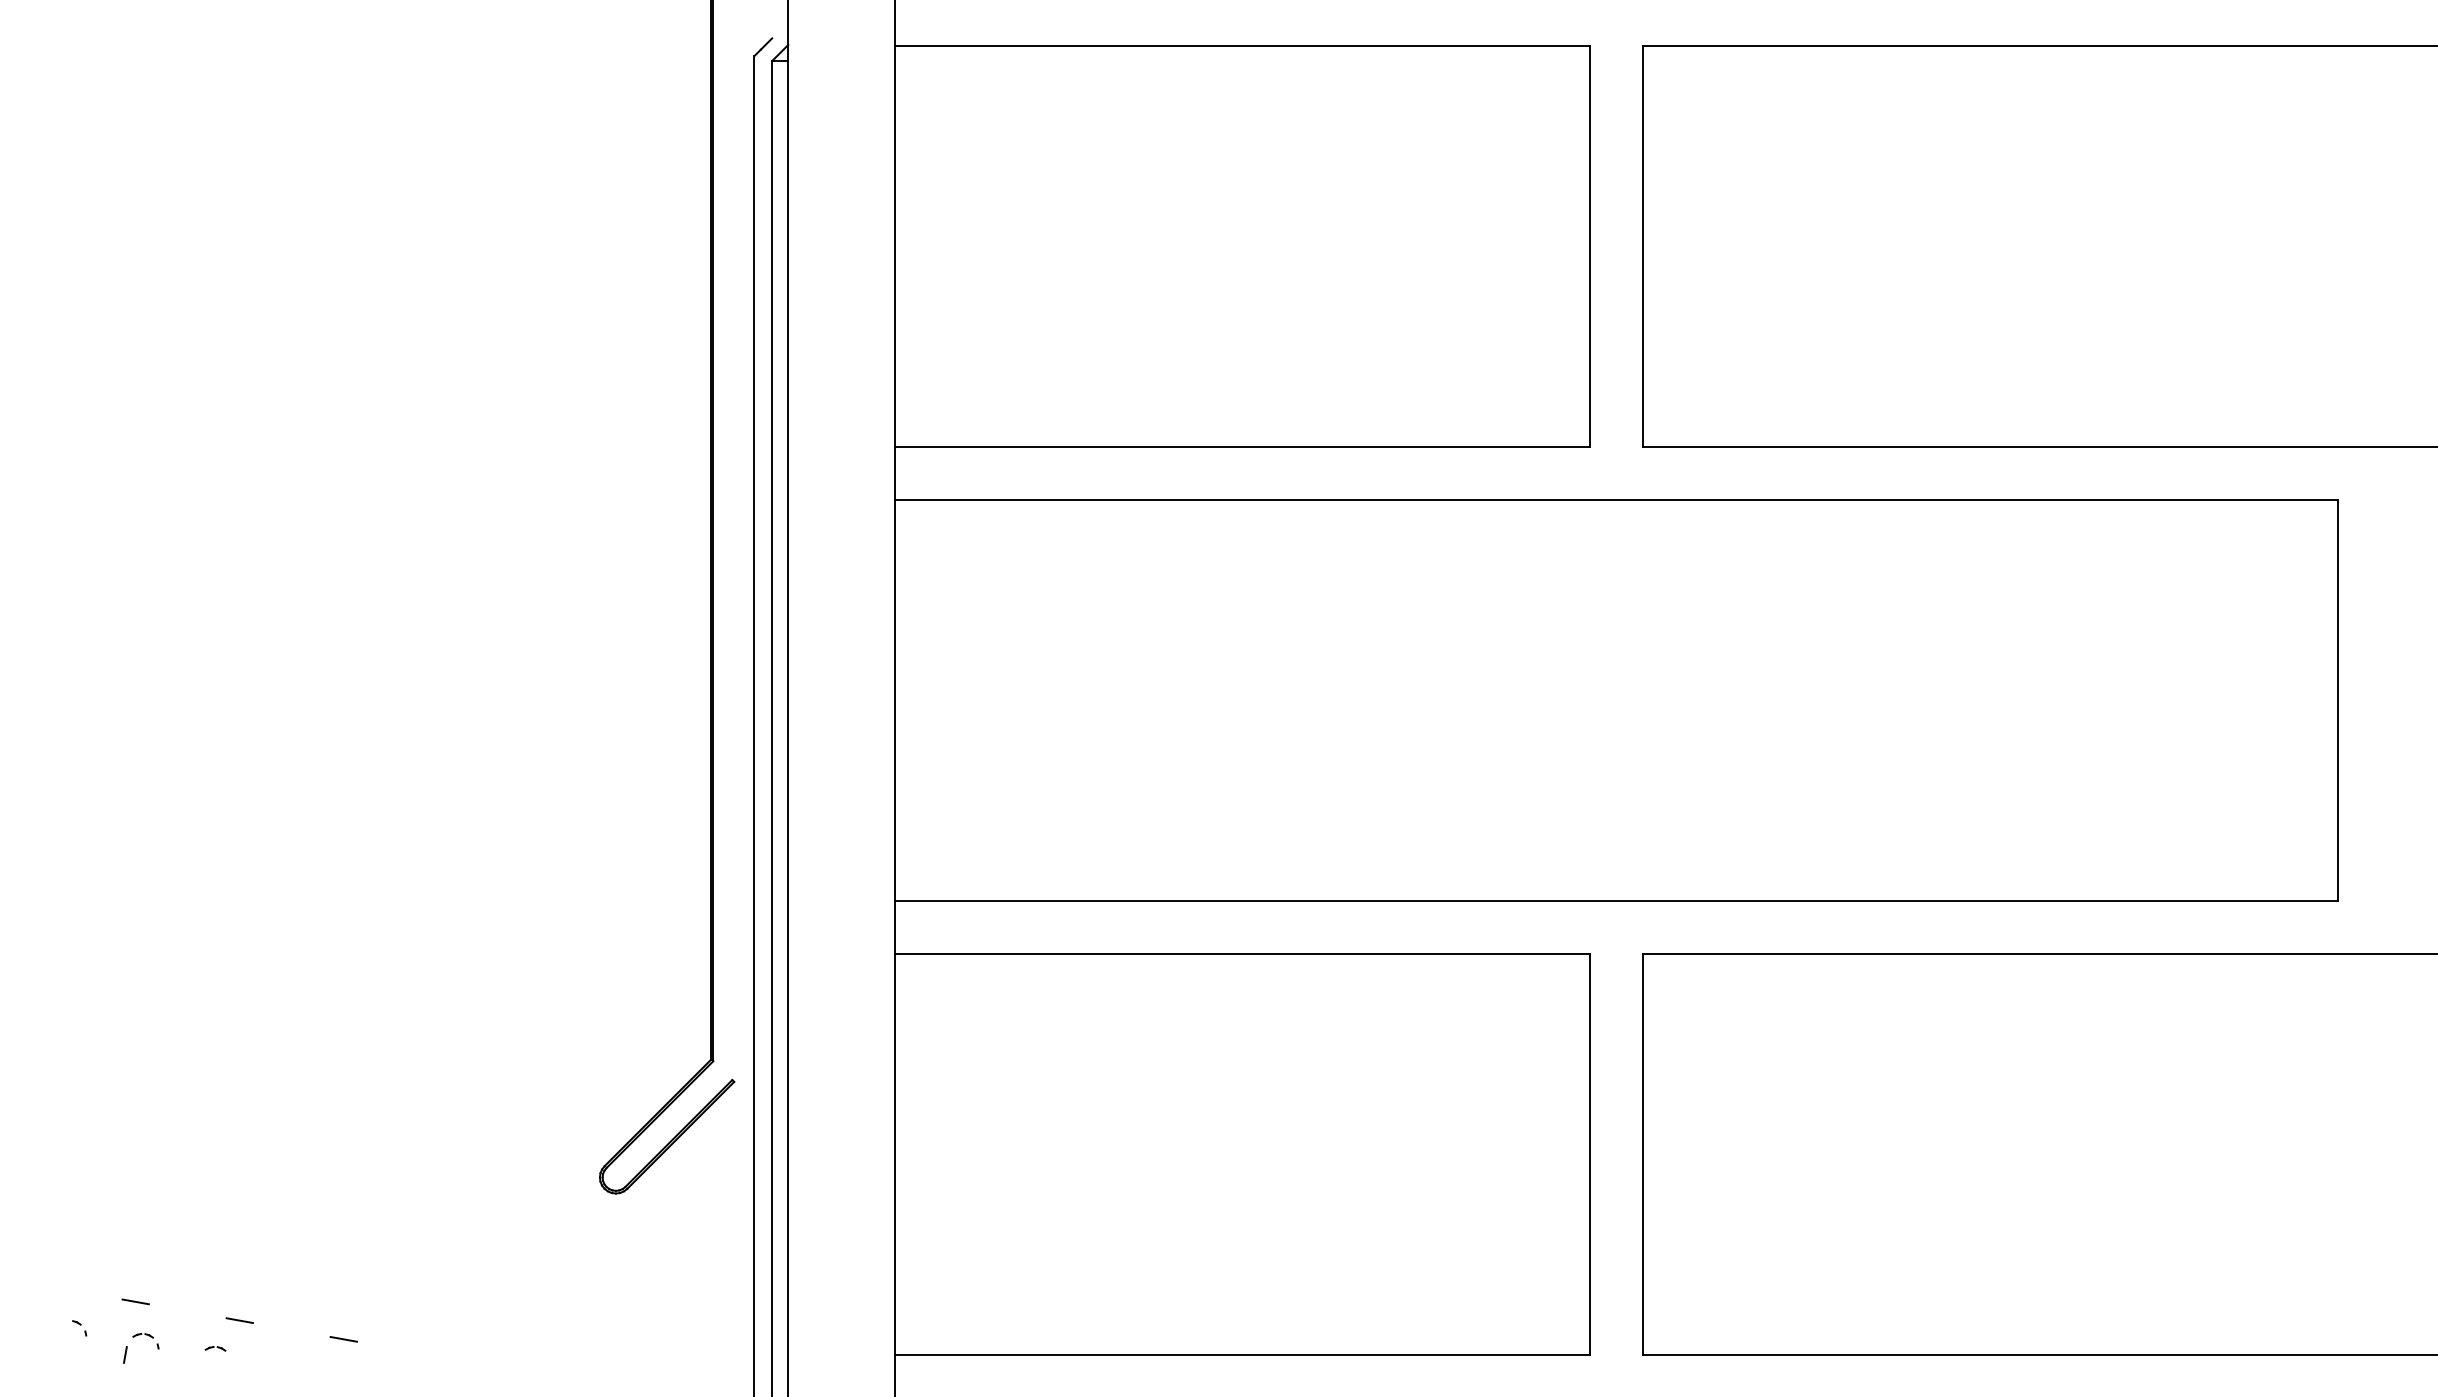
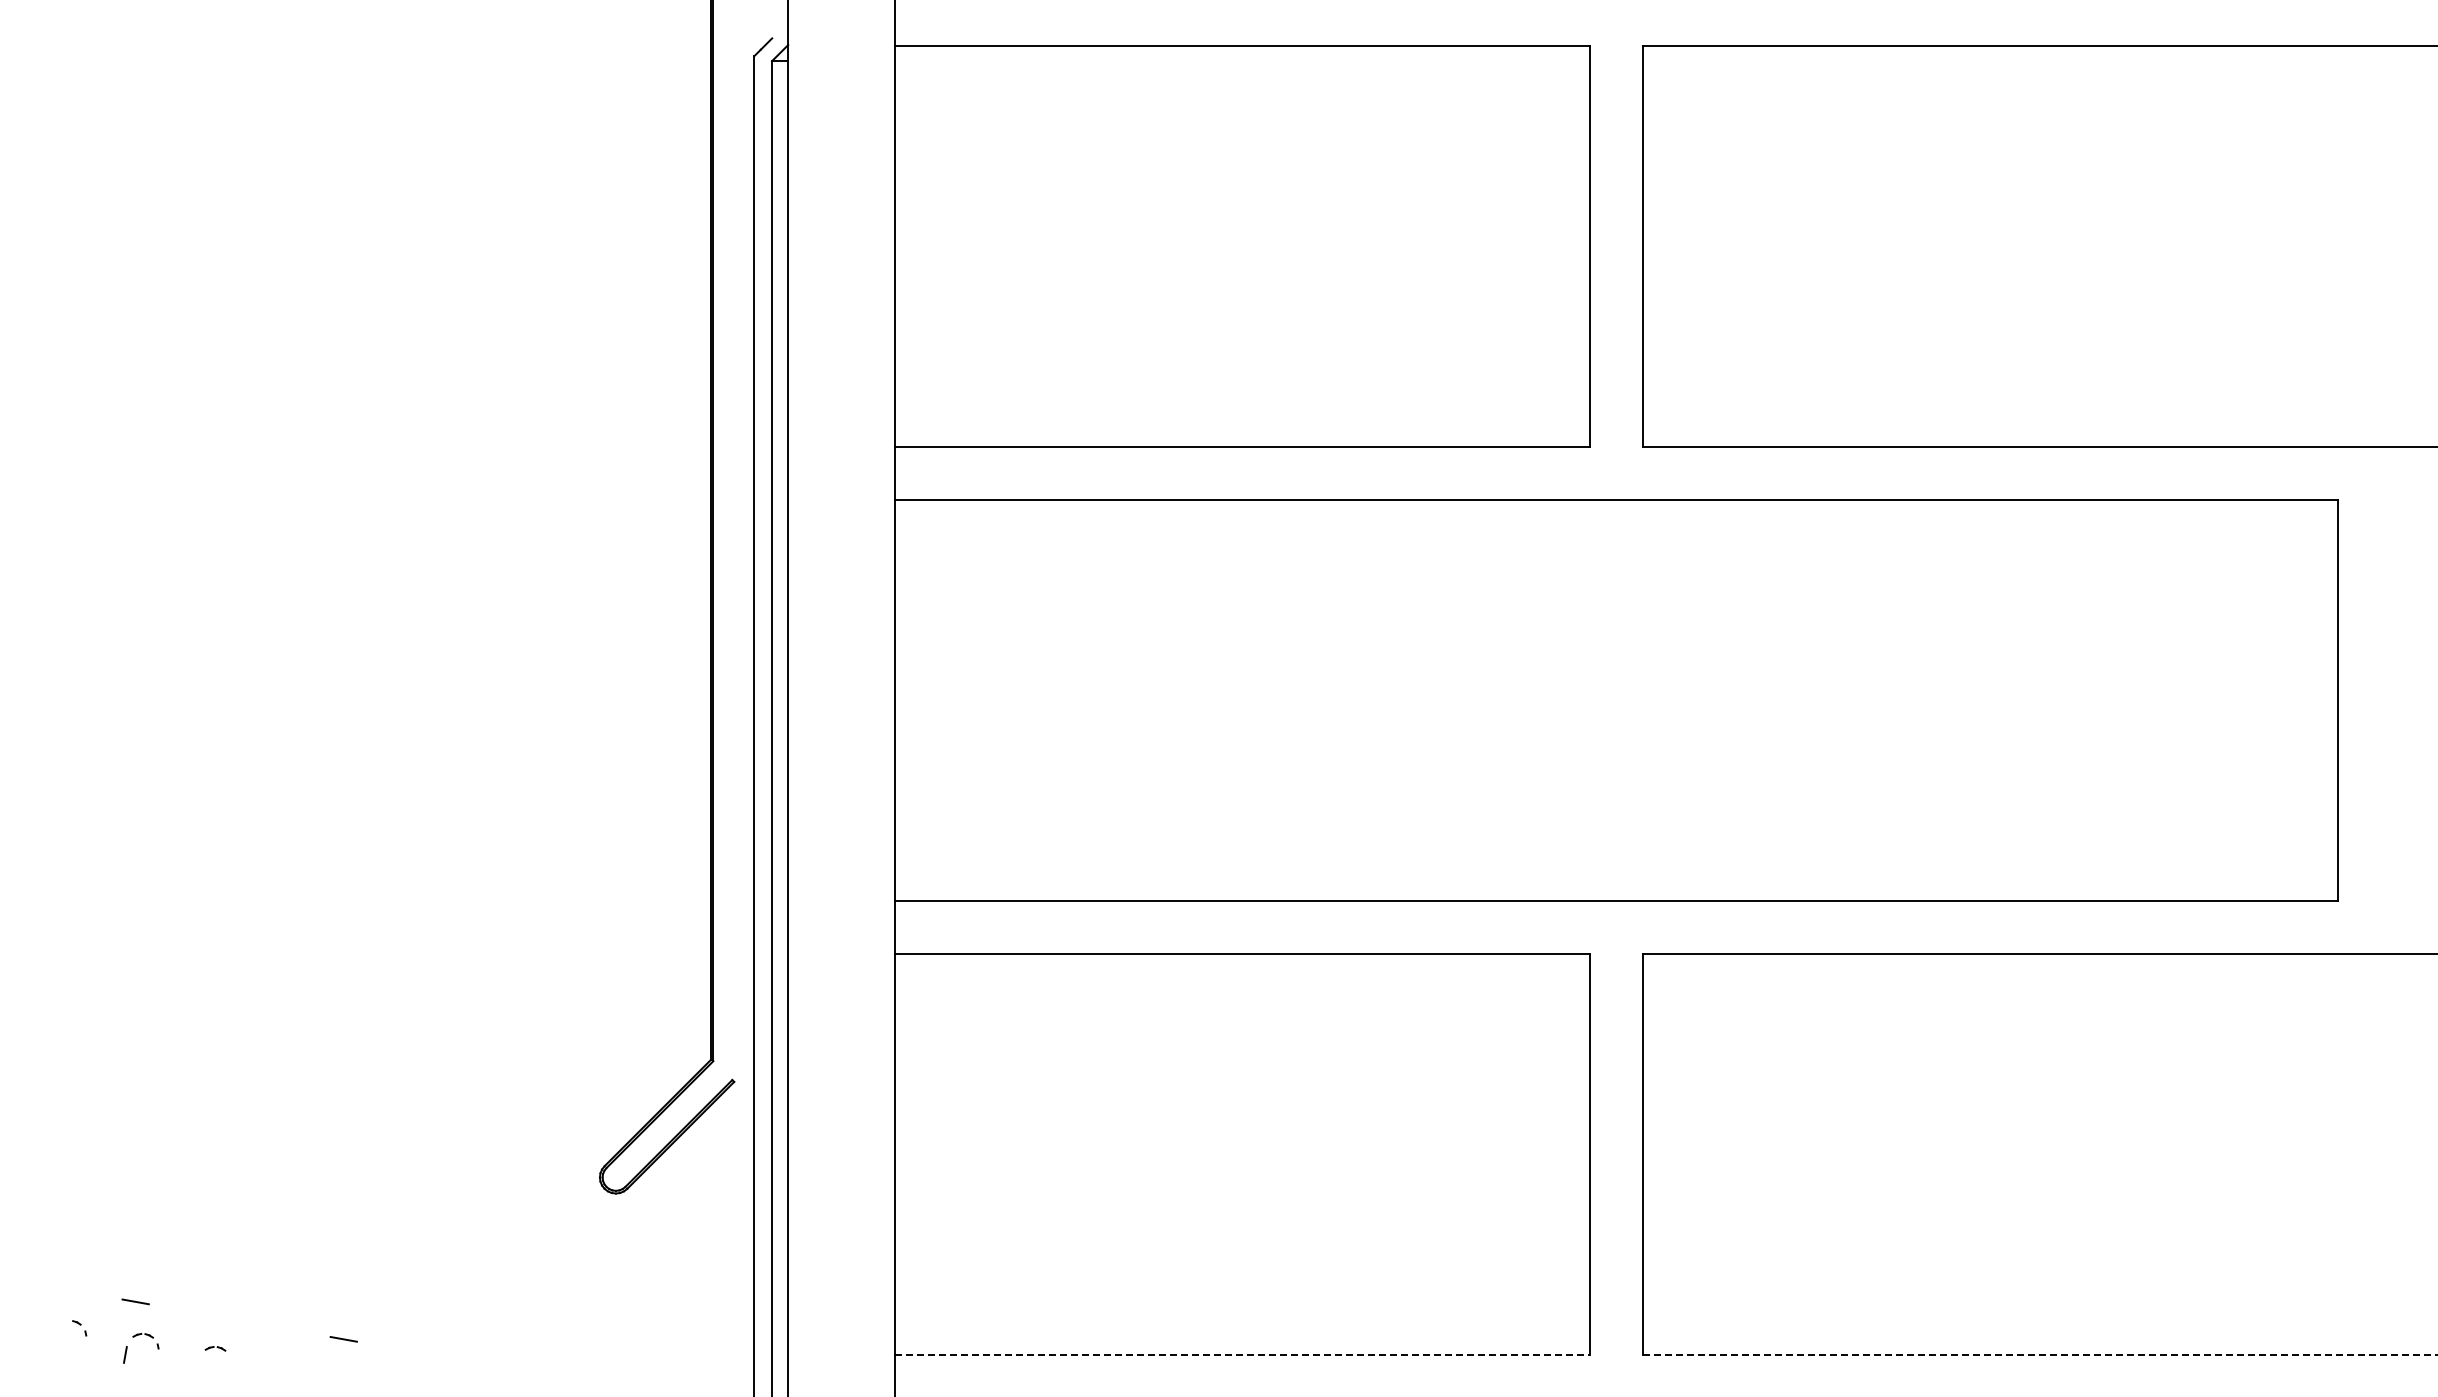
line at (239, 1320): present -> none
line at (1243, 1355): solid -> dashed
line at (2041, 1355): solid -> dashed
